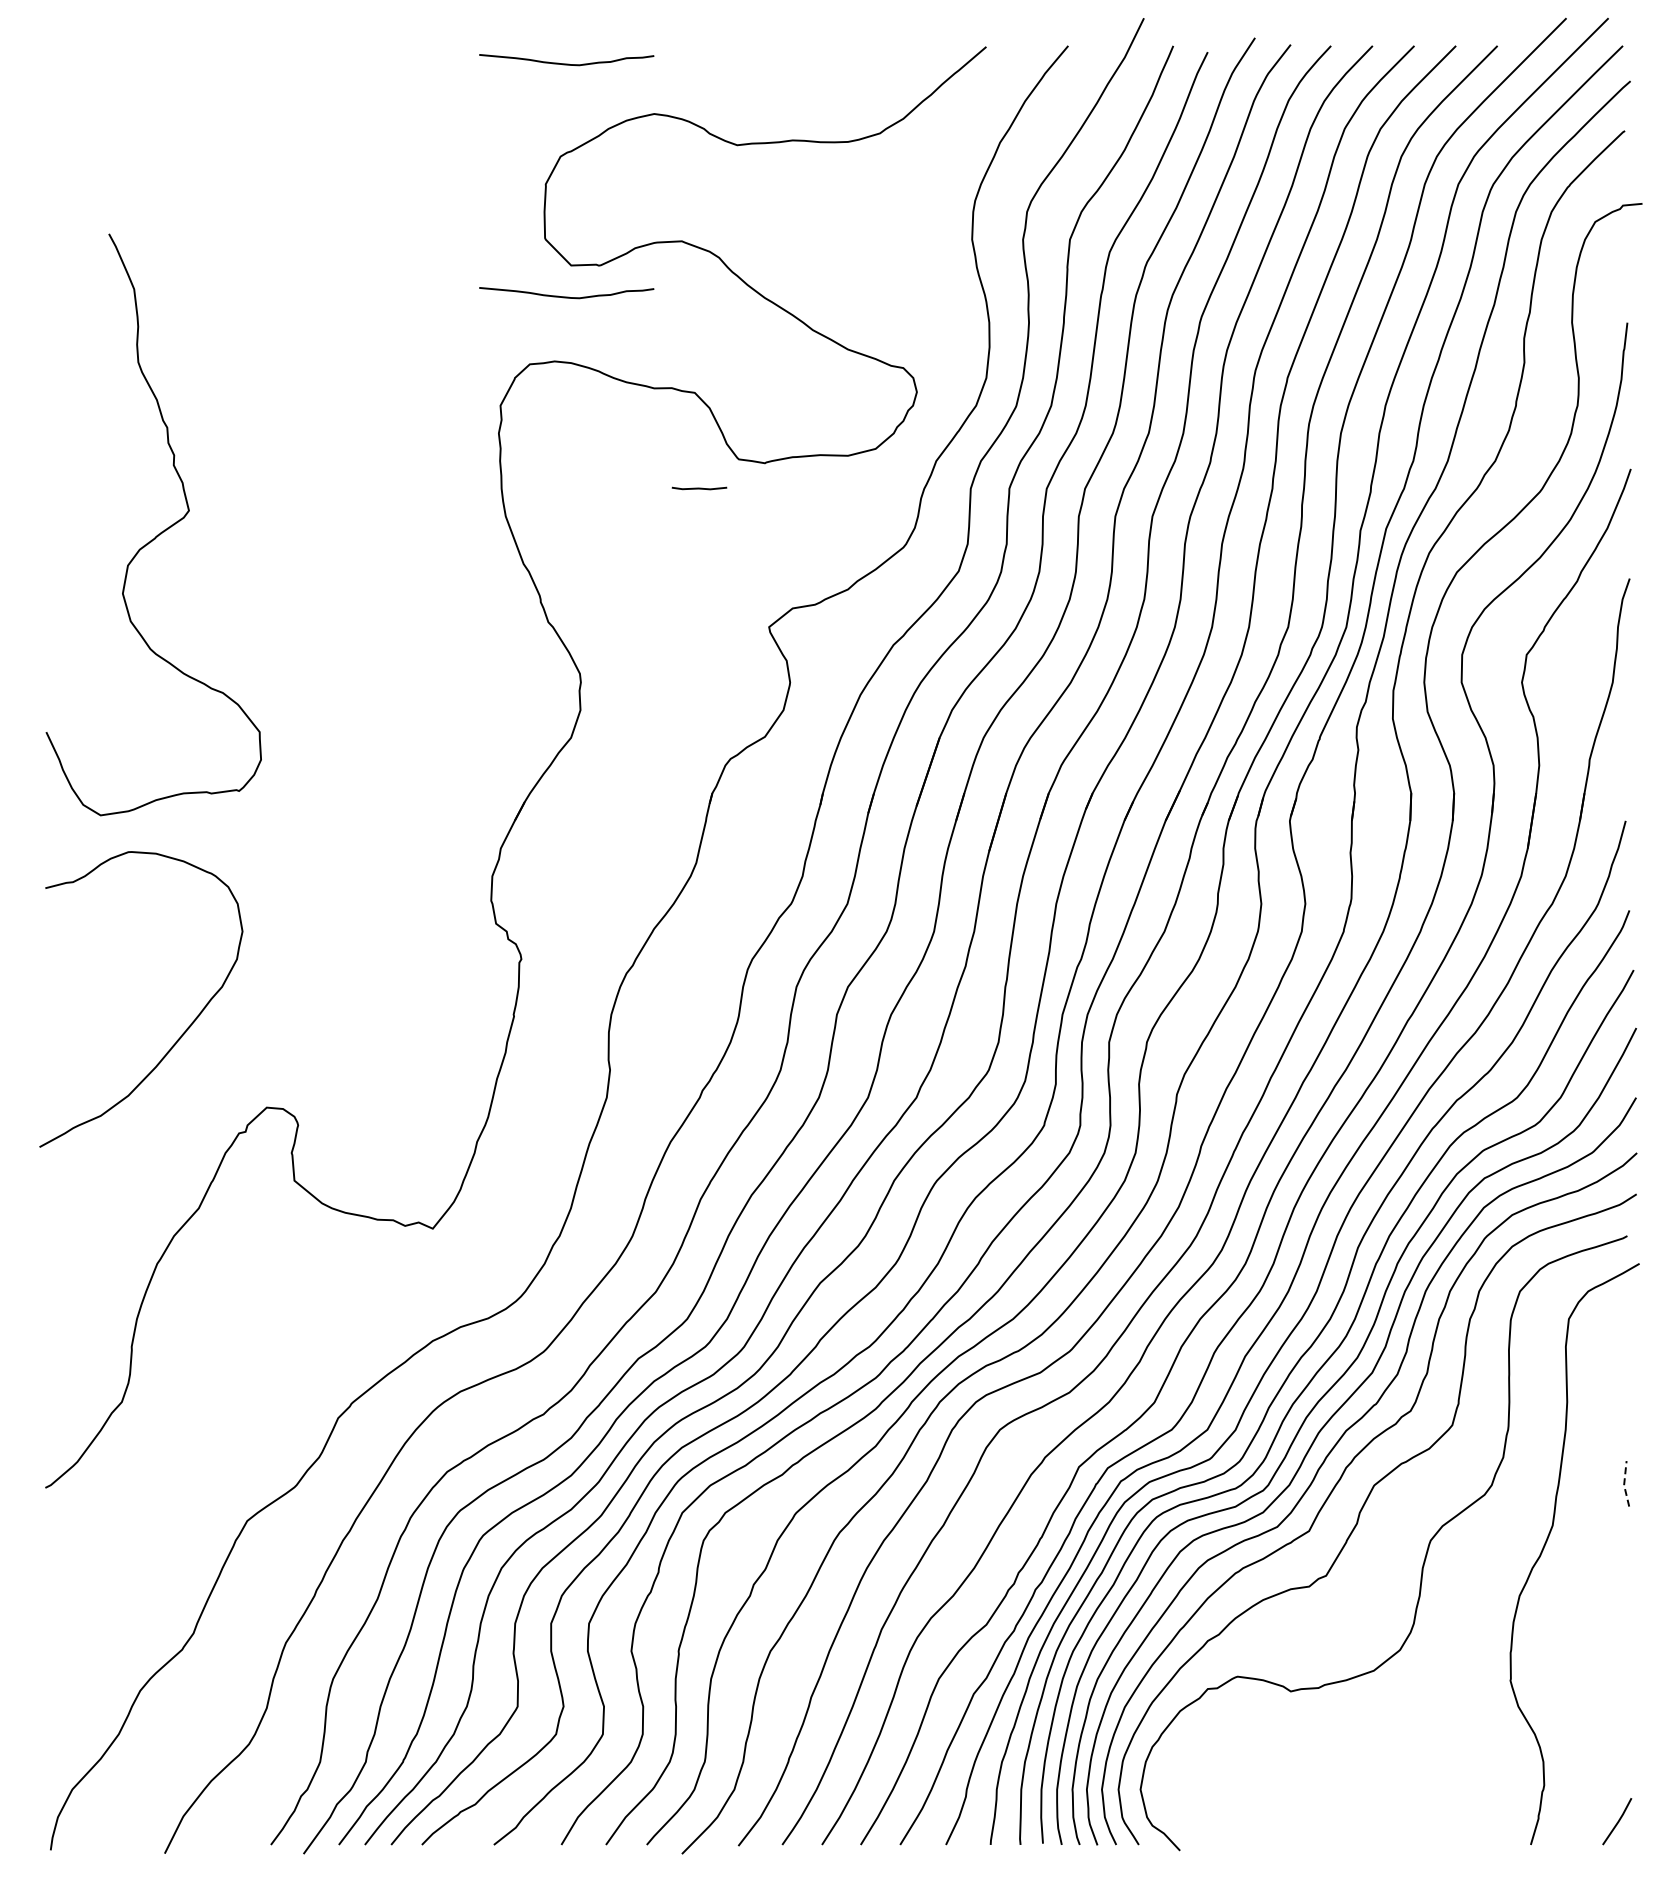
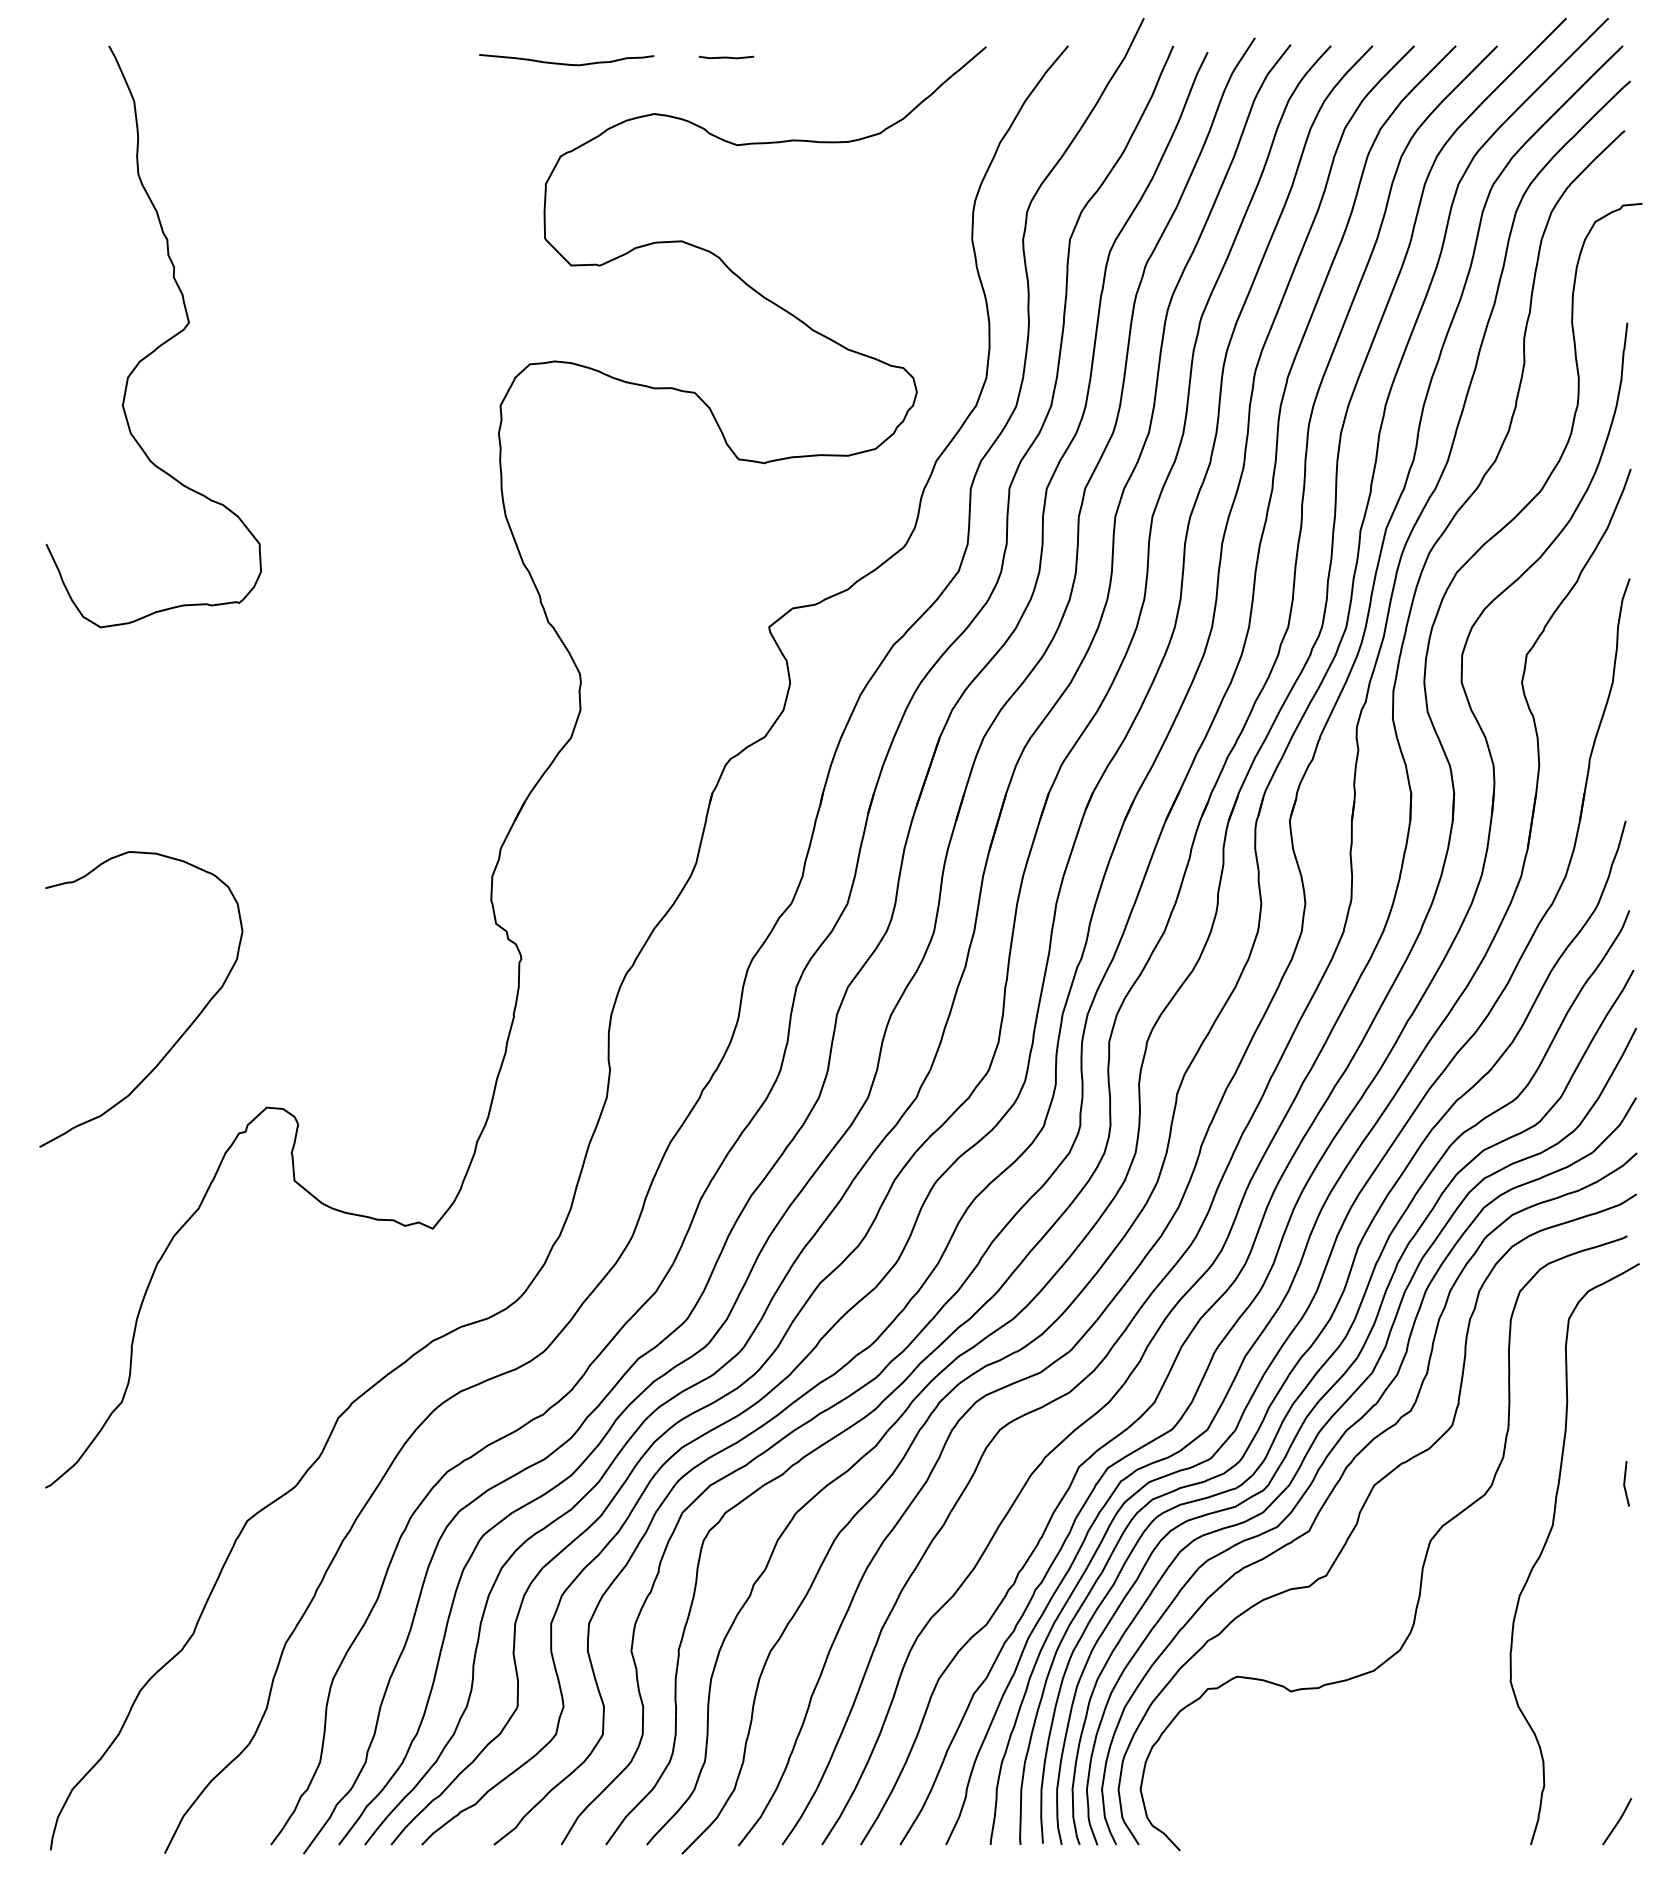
curve at (566, 296): present -> none
line at (699, 488) position: (699, 488) -> (726, 57)
curve at (161, 531) position: (161, 531) -> (161, 343)
line at (1624, 1484): dashed -> solid
